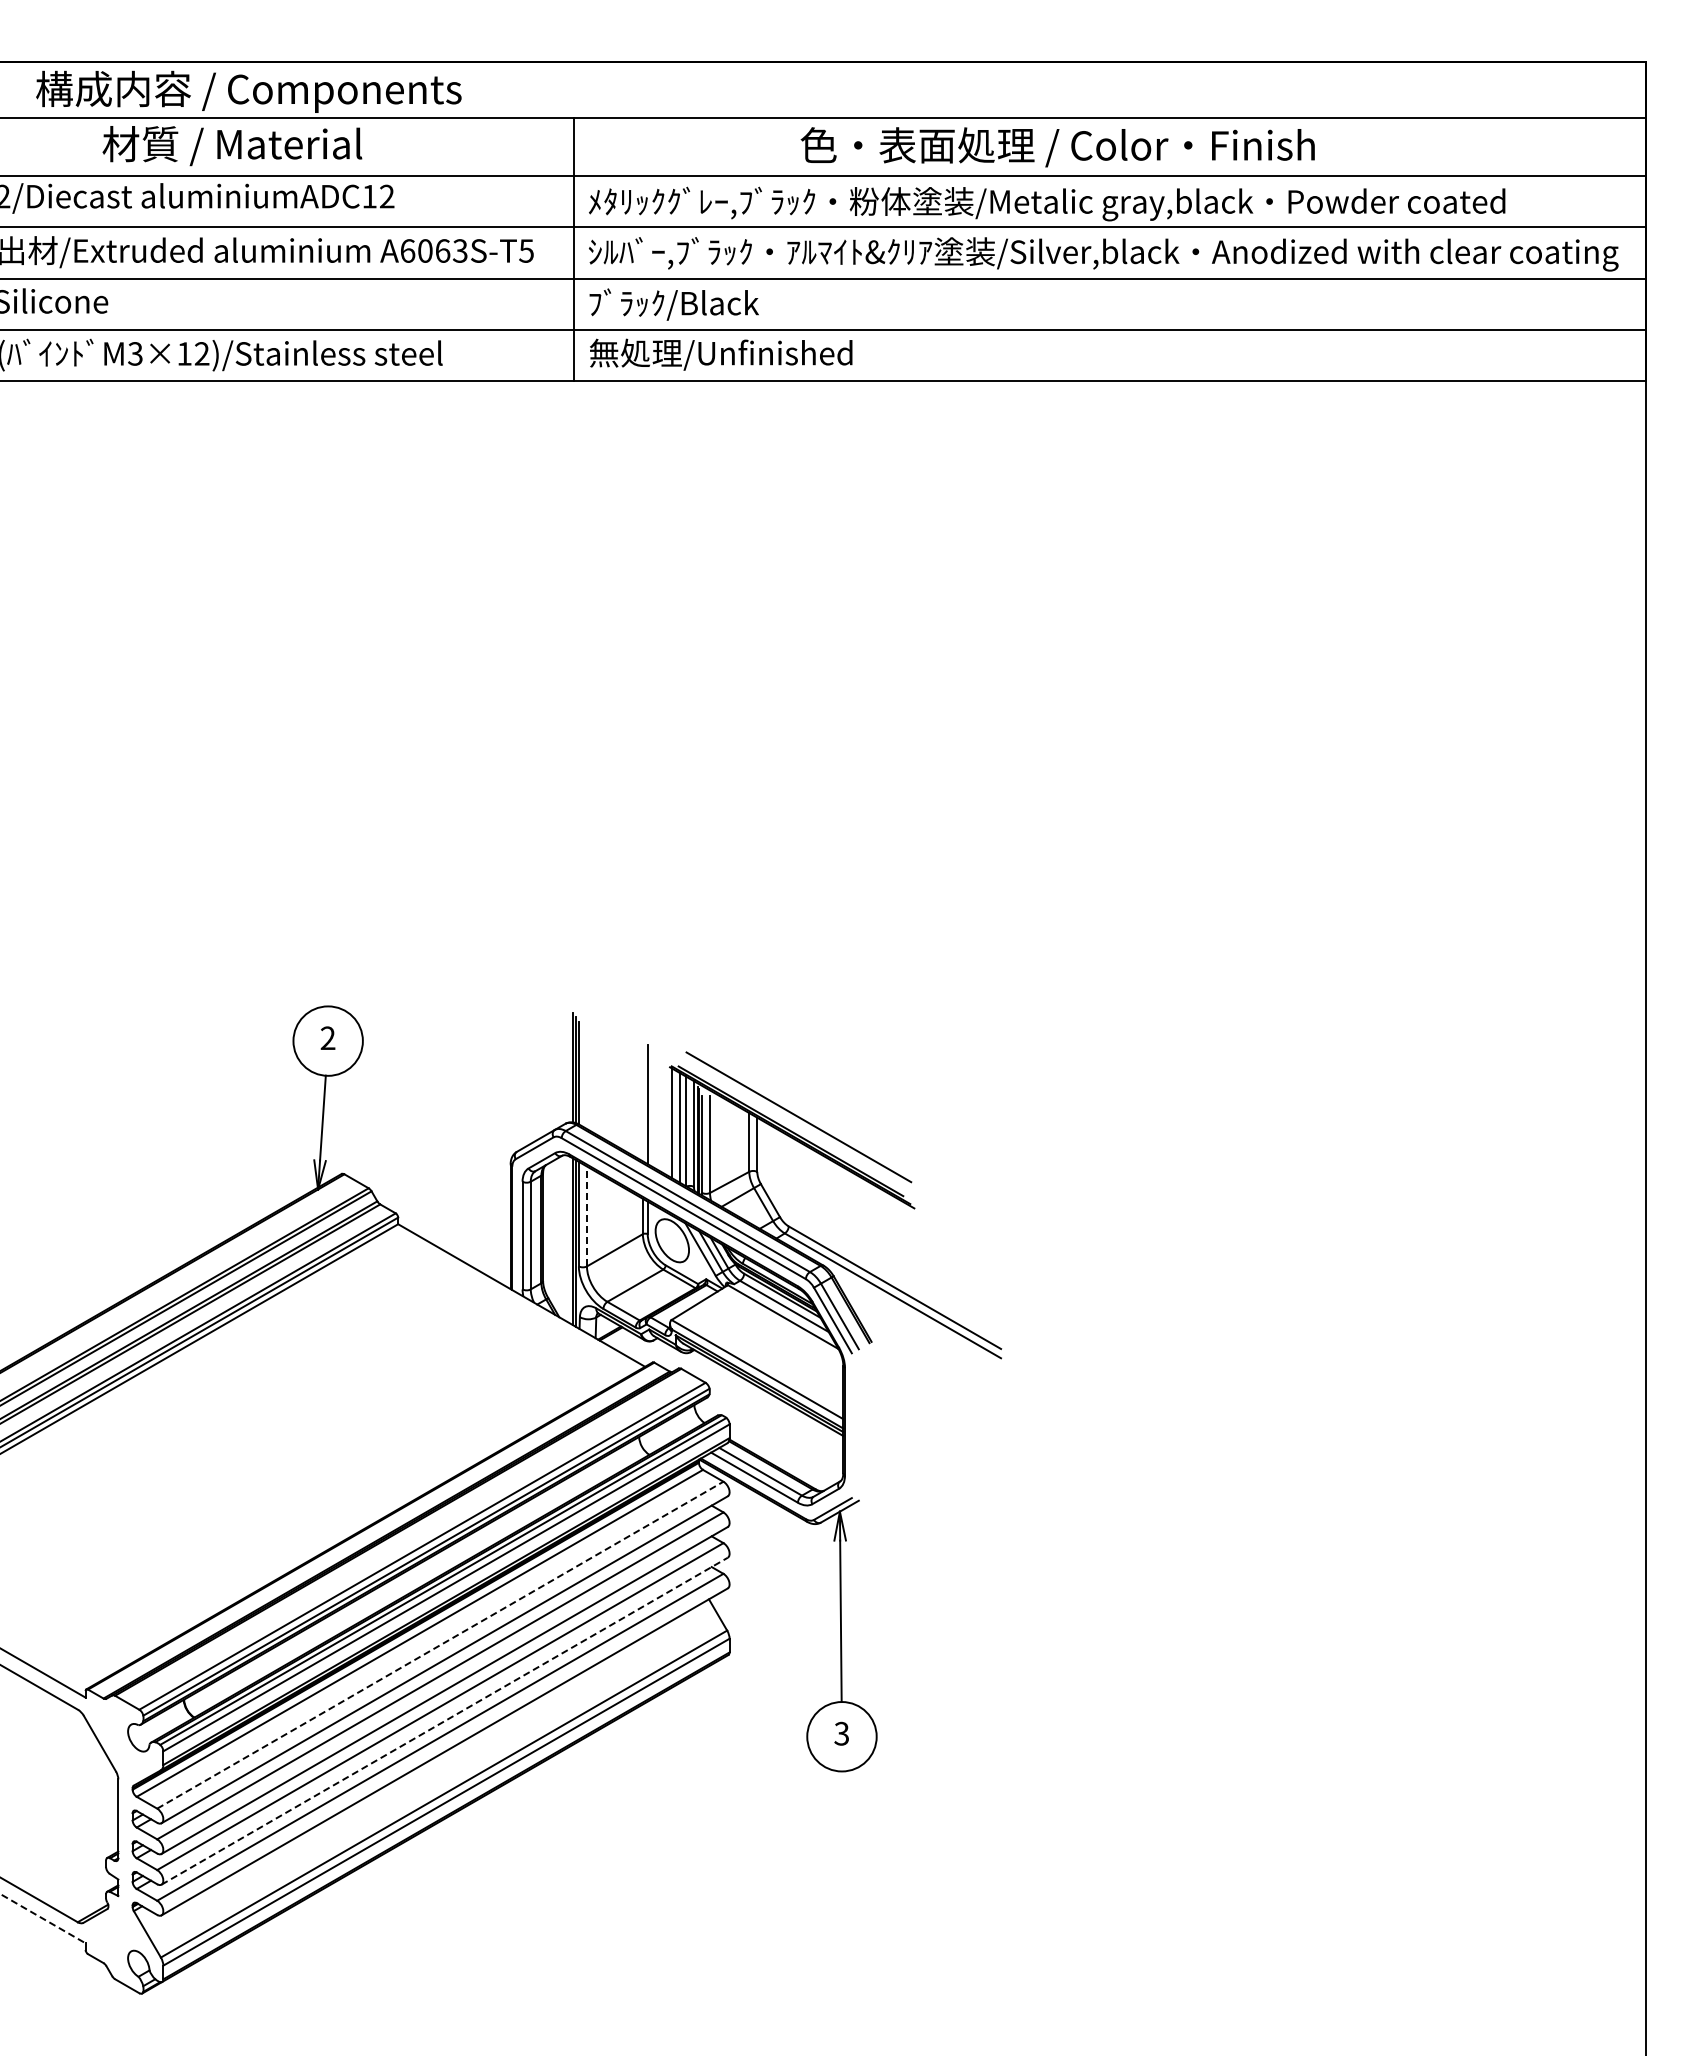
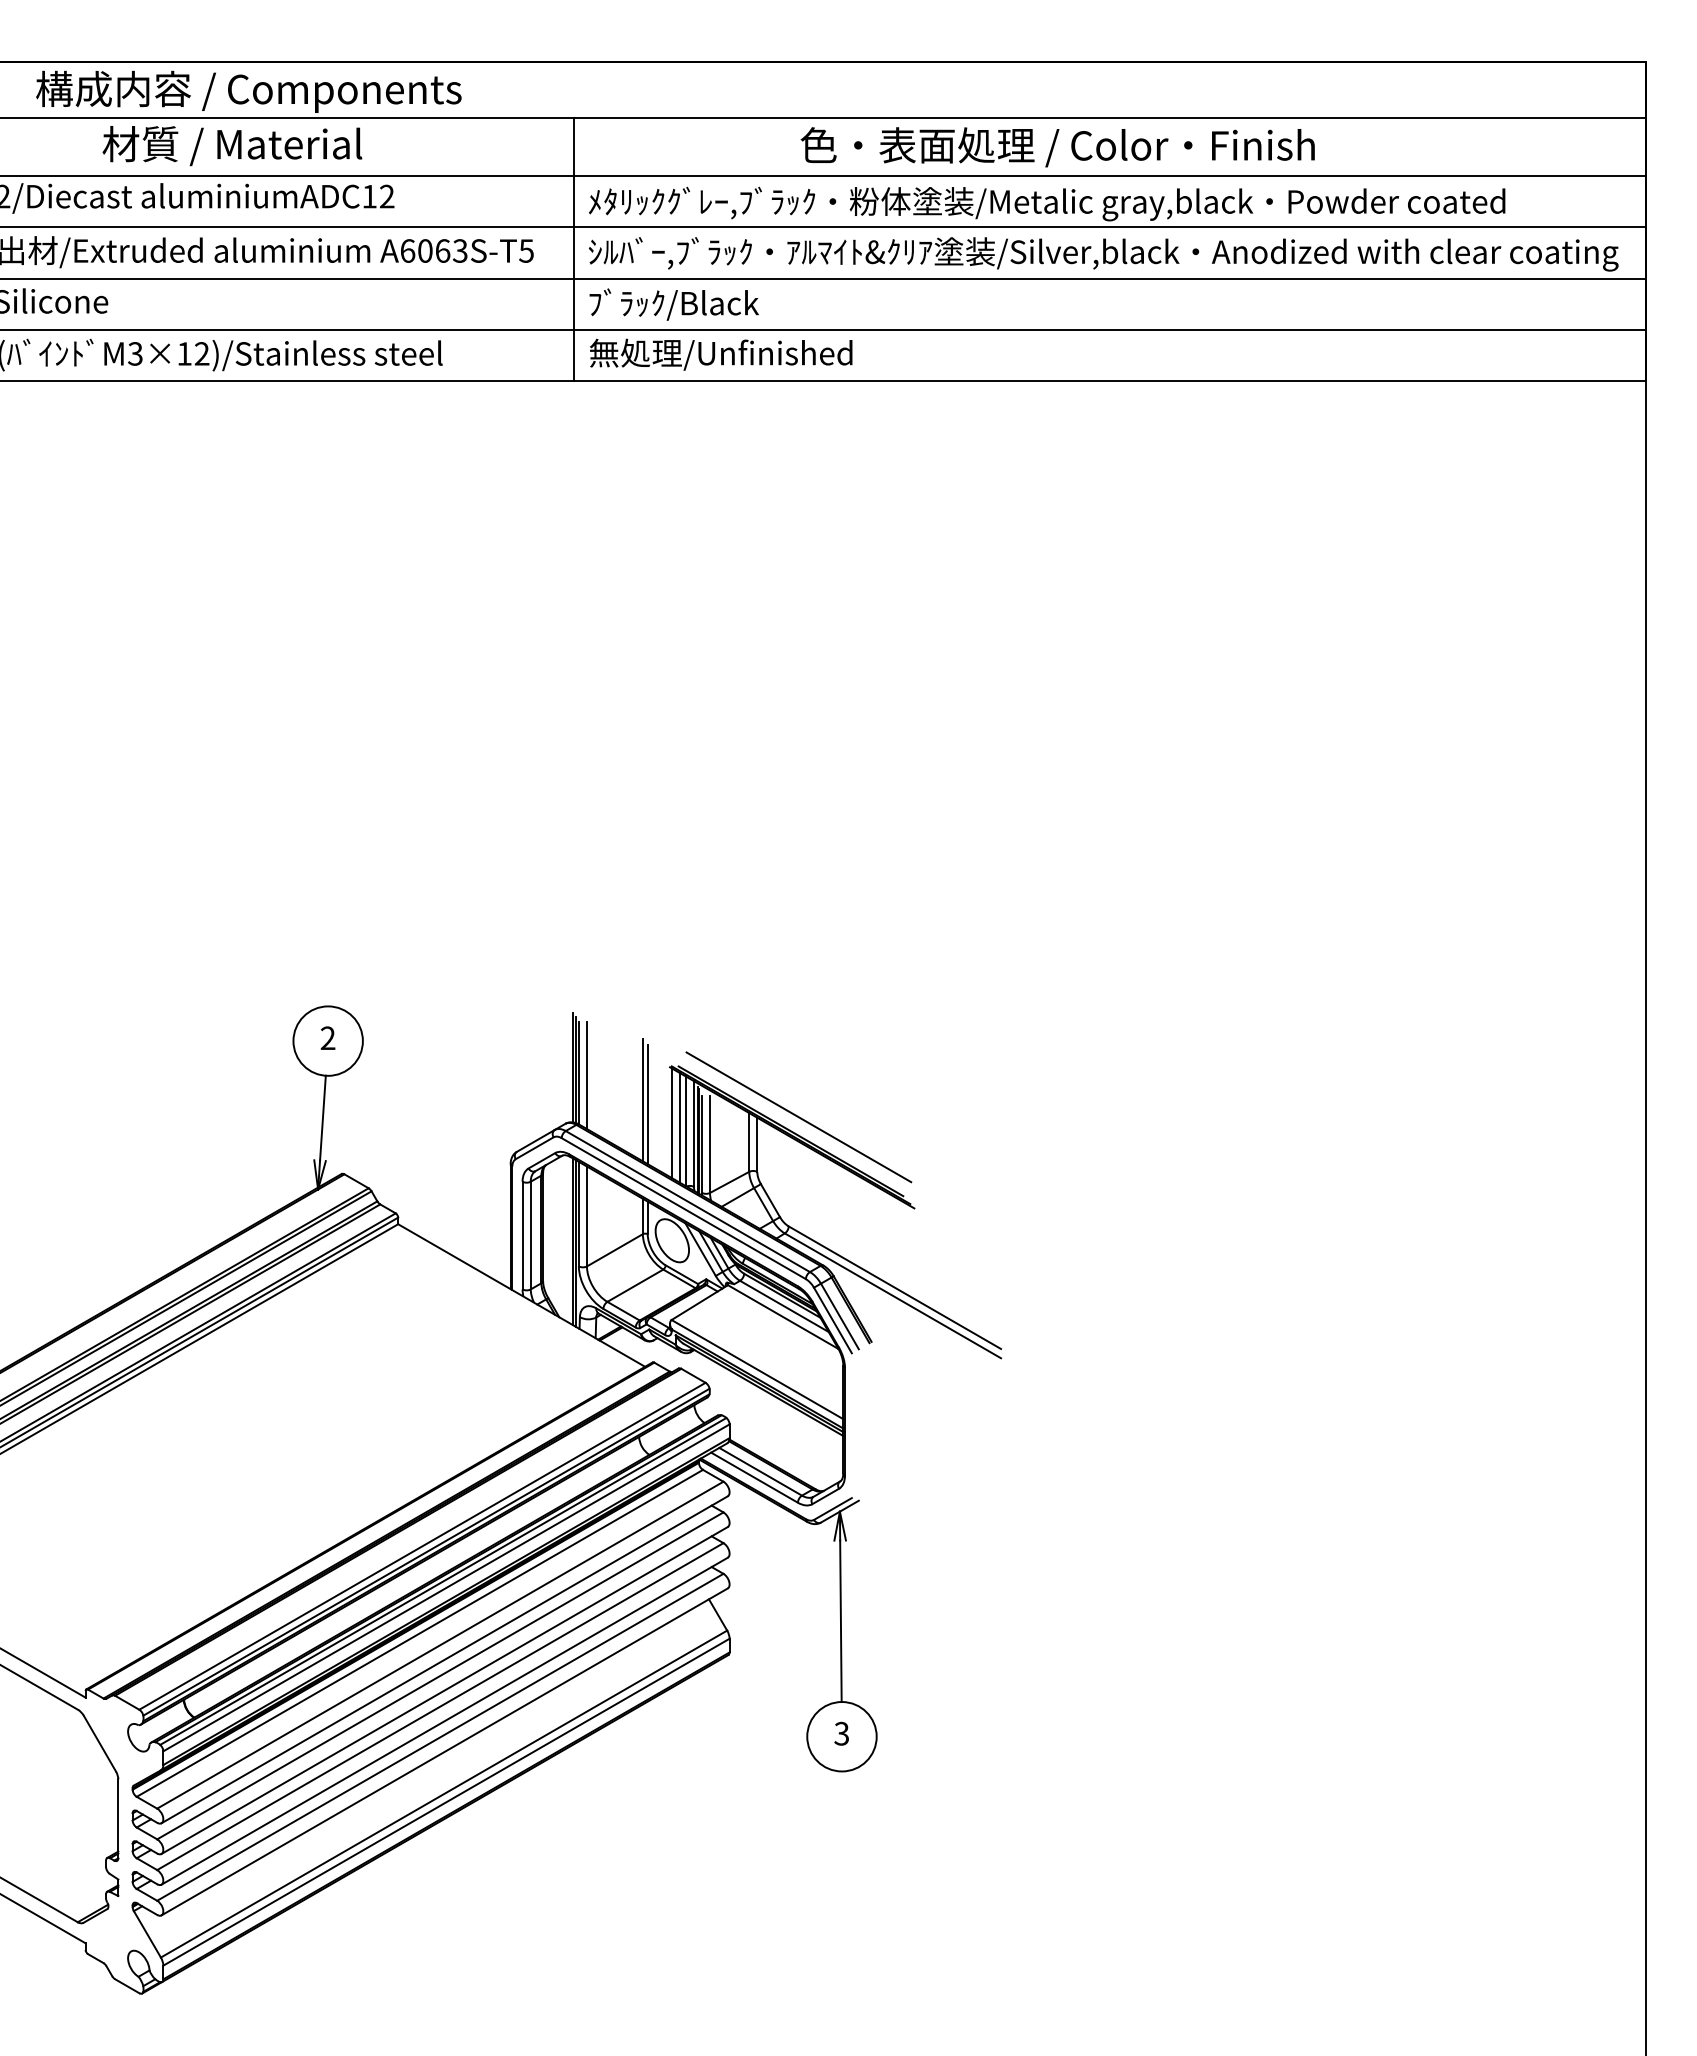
line at (586, 1075): none -> present
line at (642, 1099): none -> present
line at (586, 1216): dashed -> solid
line at (440, 1645): dashed -> solid
line at (444, 1721): dashed -> solid
line at (43, 1918): dashed -> solid
